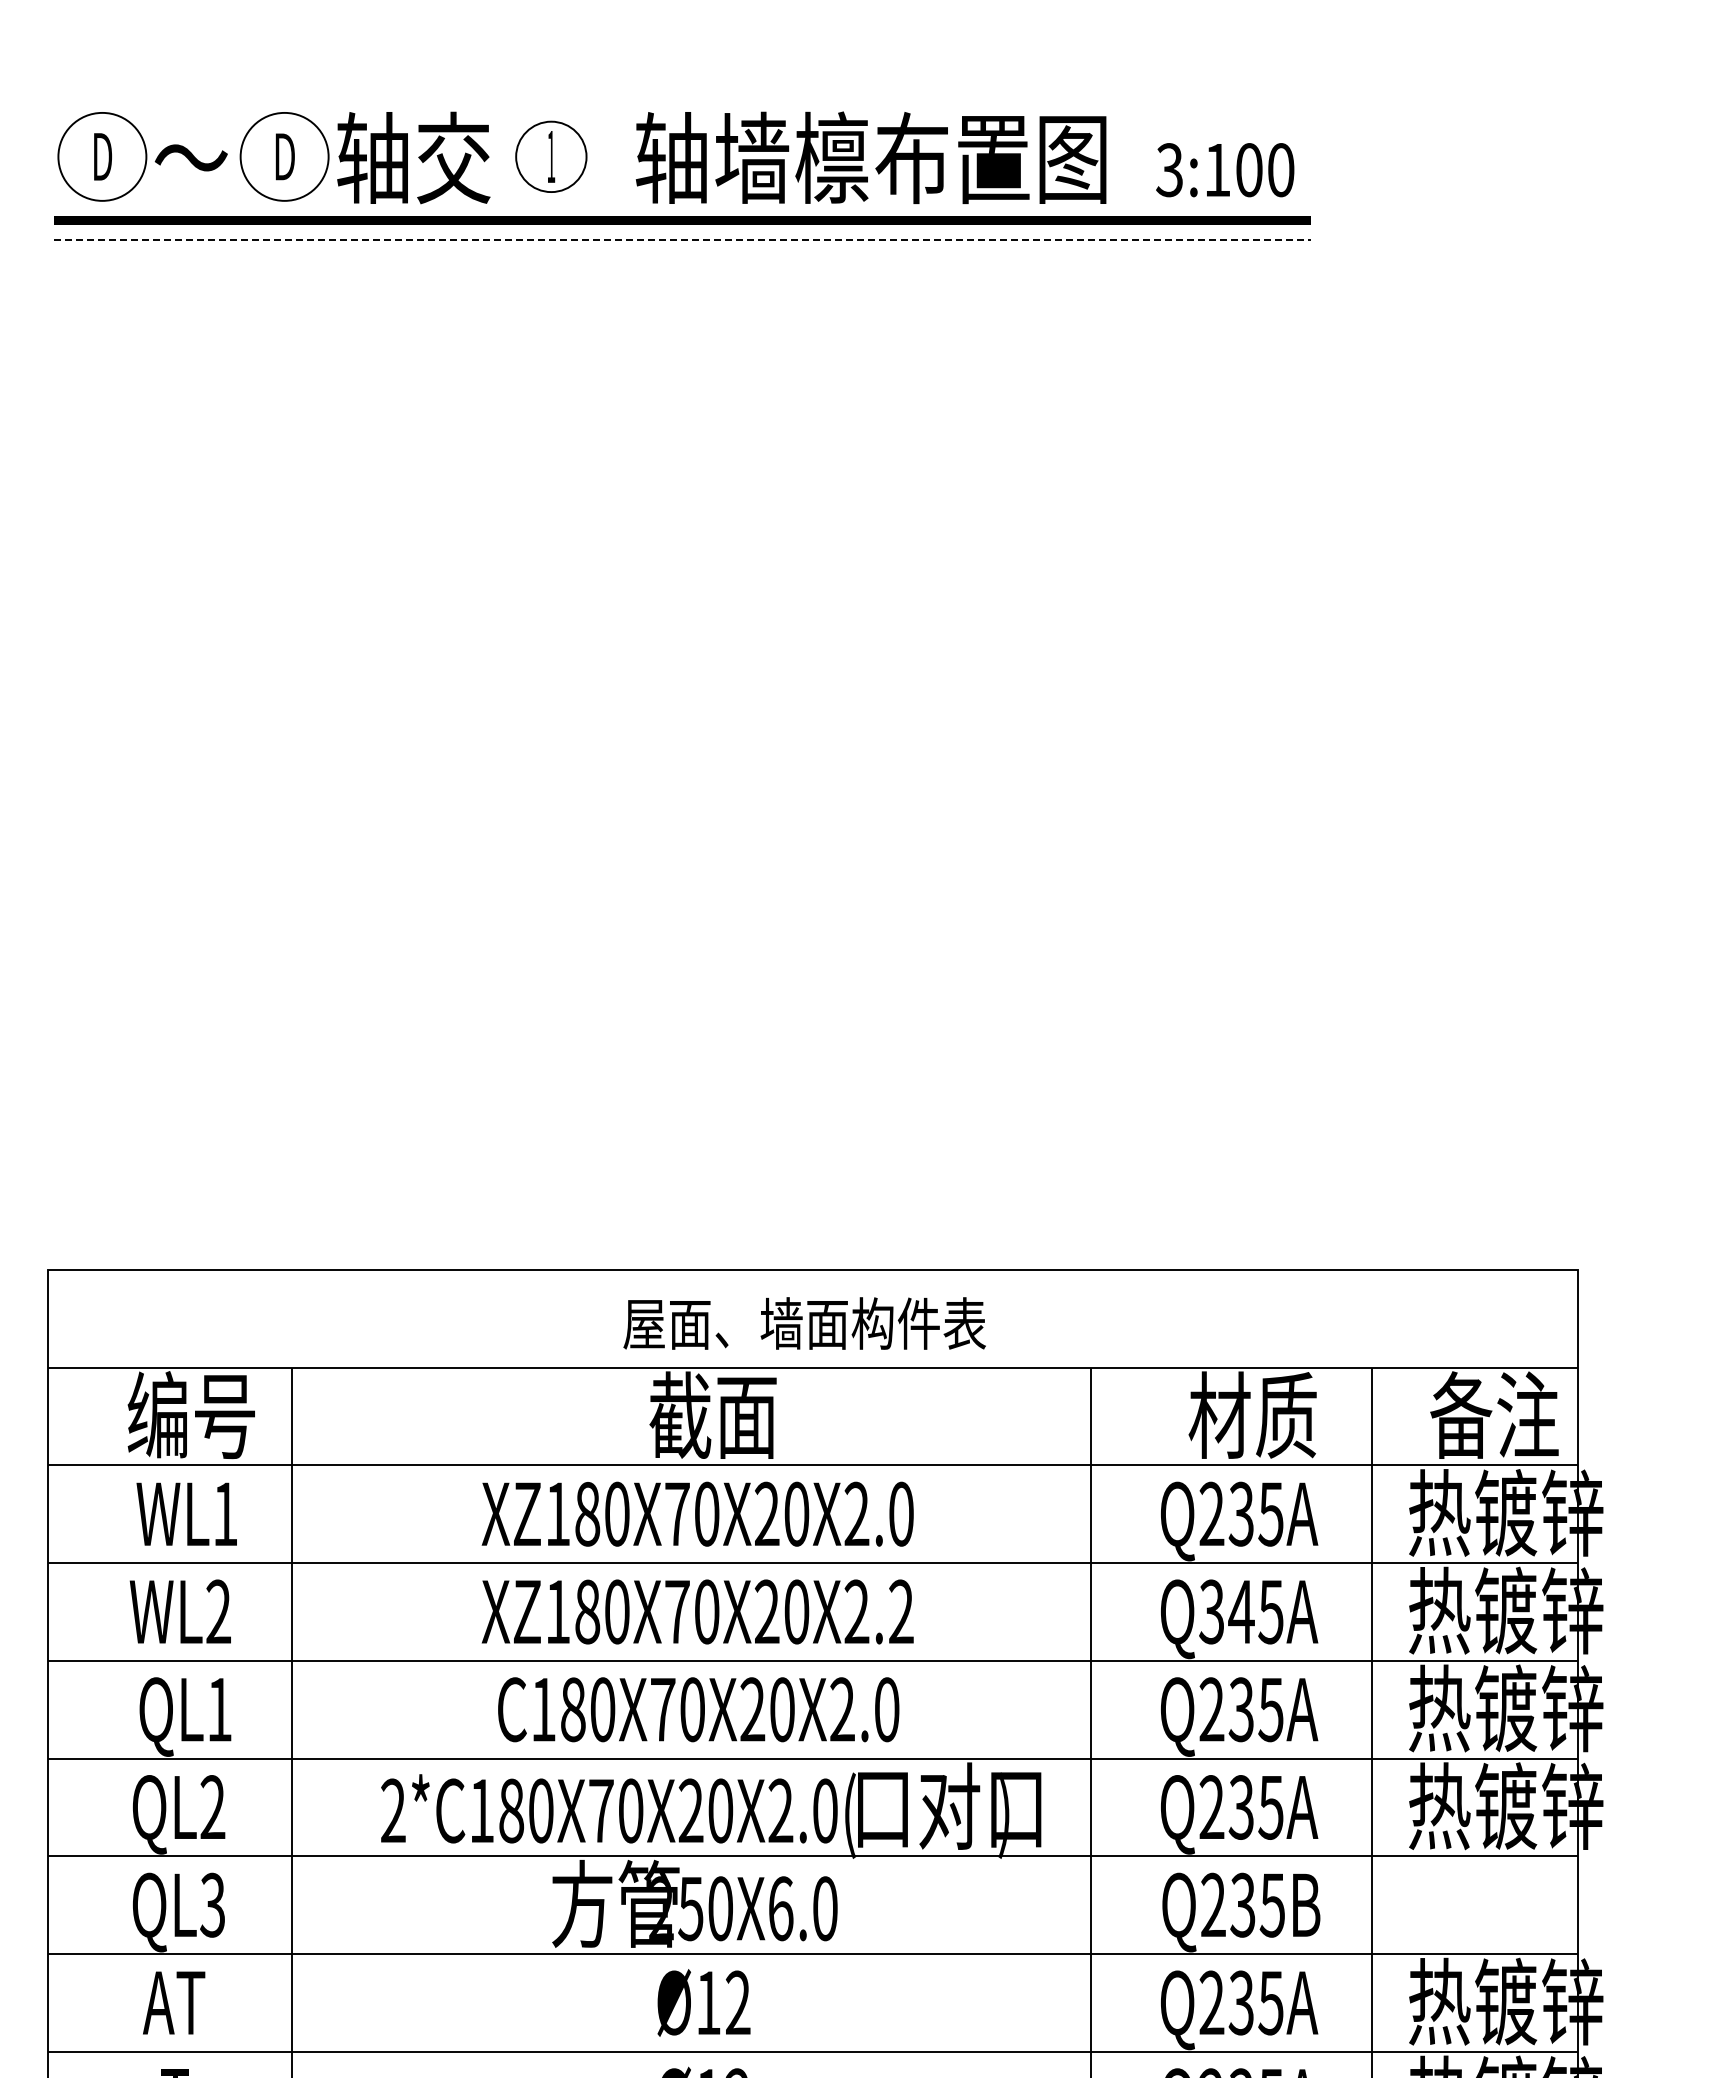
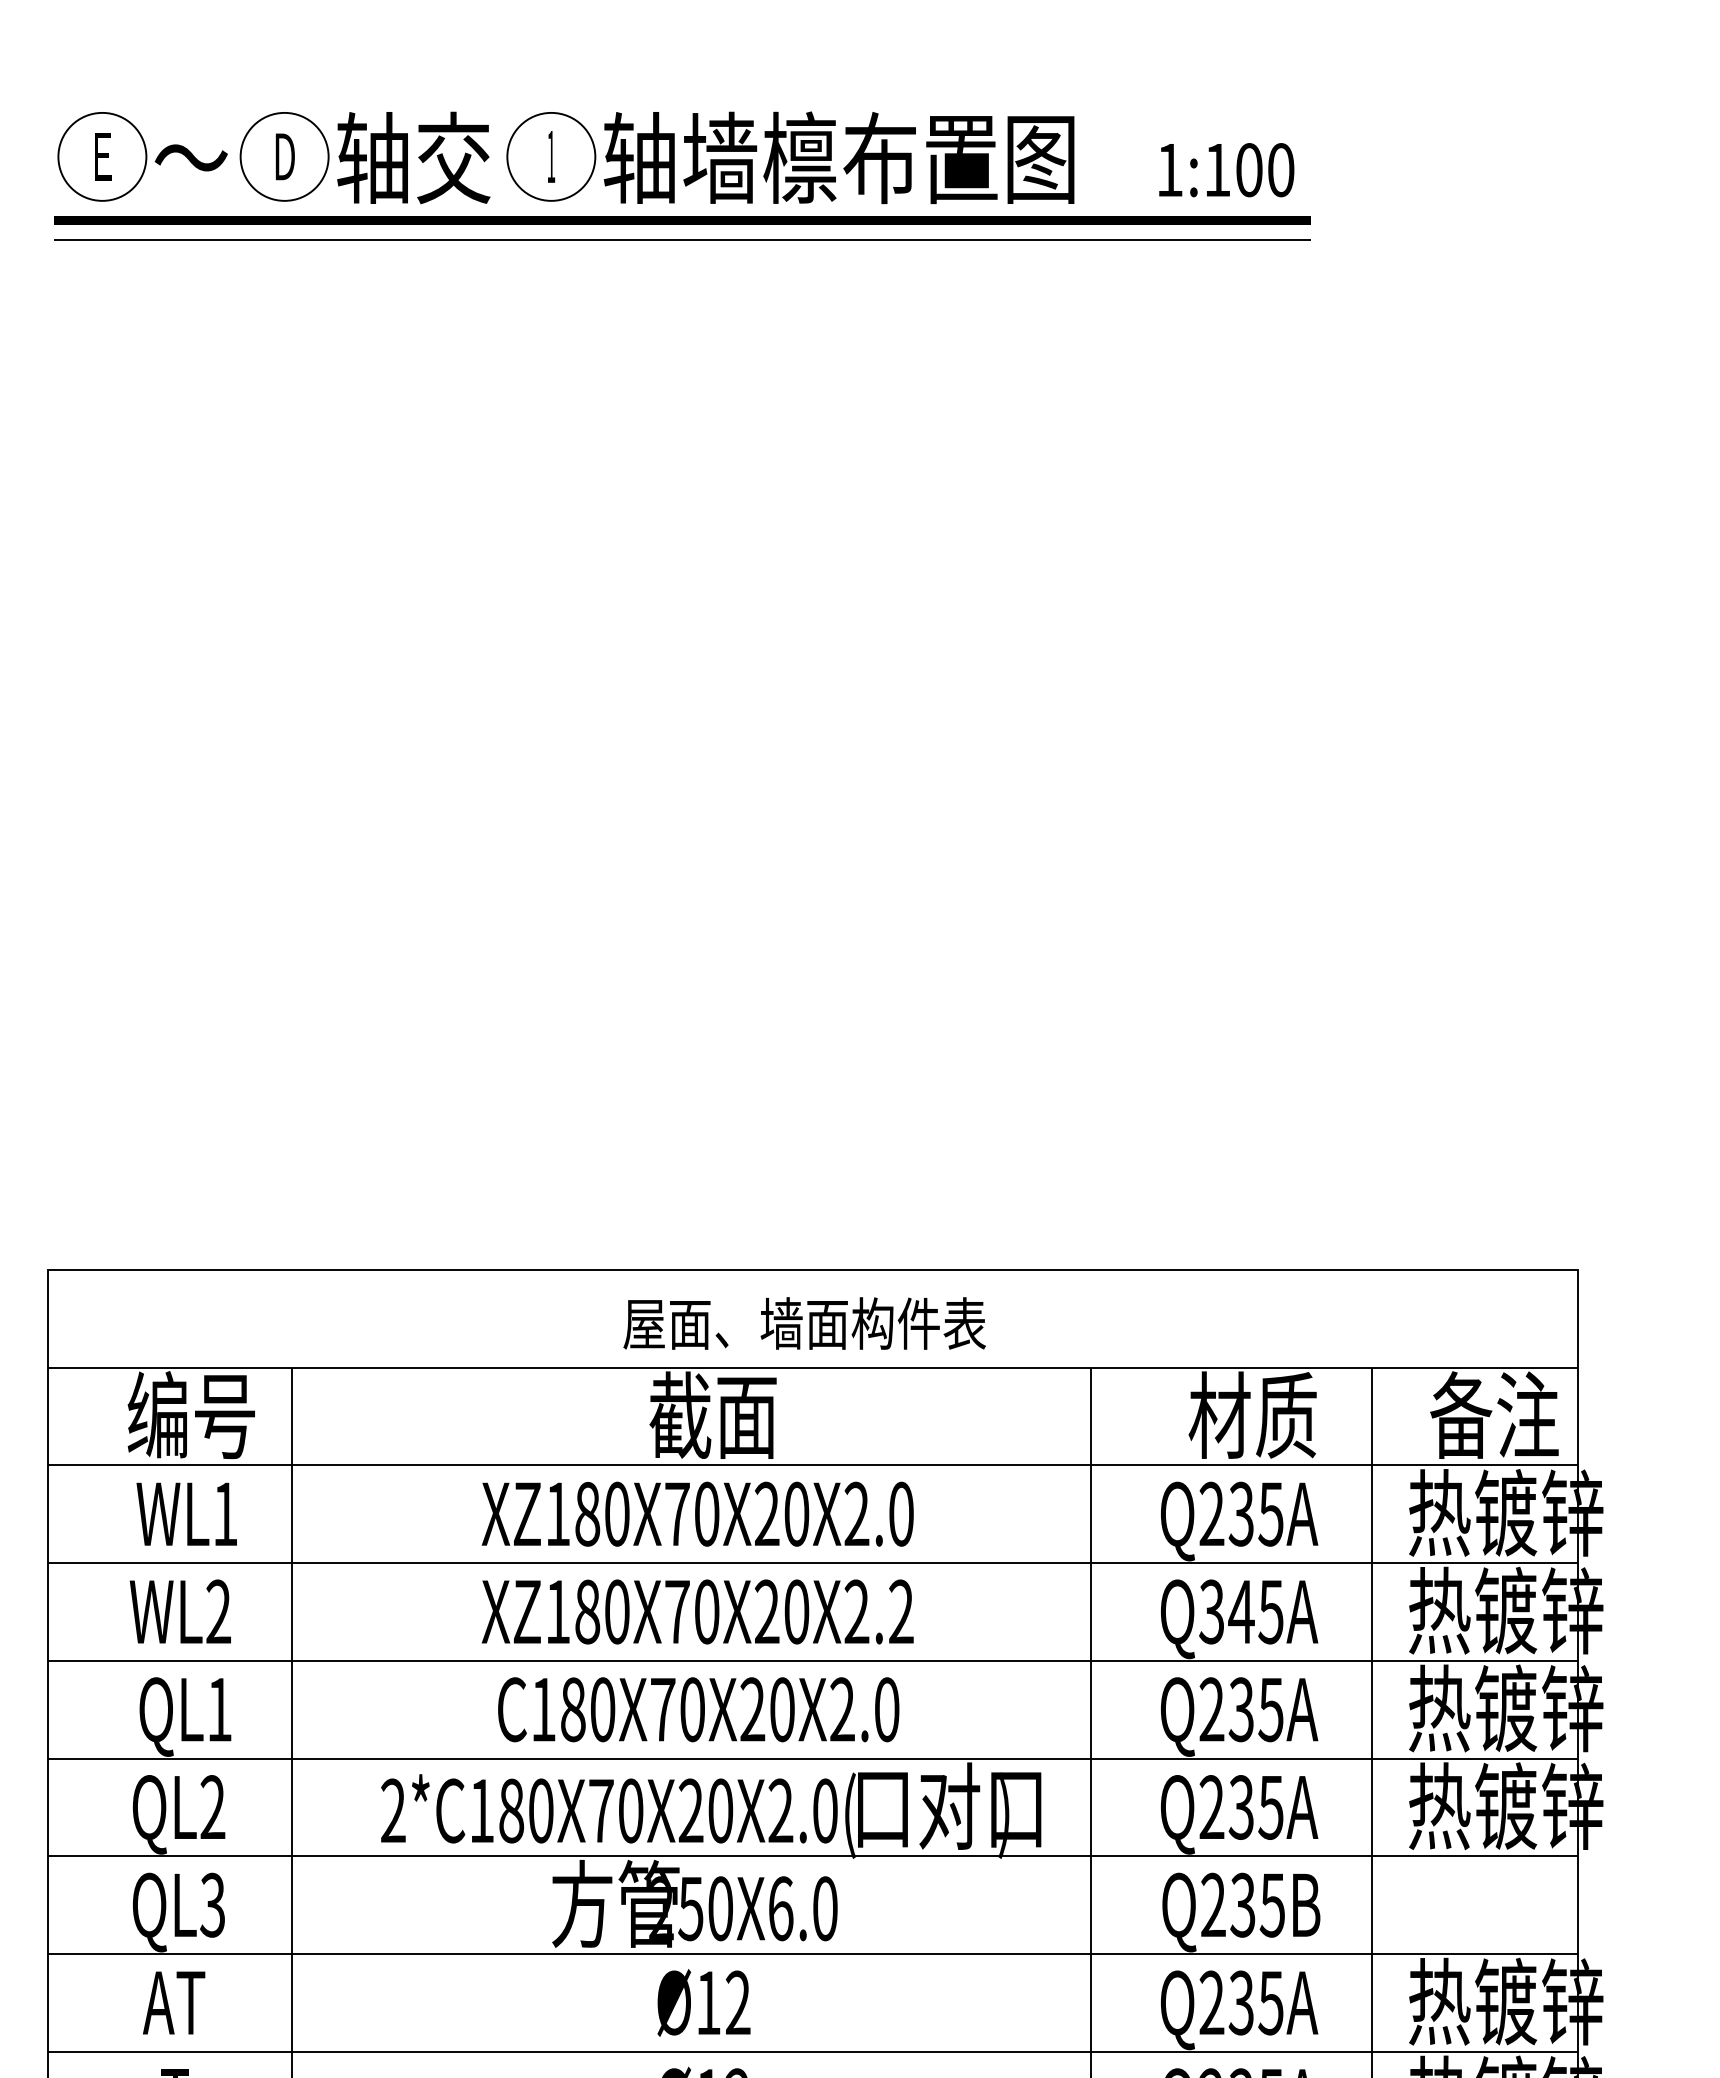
text at (103, 156): D -> E
circle at (551, 156) diameter: 70 px -> 88 px
text at (870, 157) position: (870, 157) -> (838, 157)
text at (1169, 170): 3:100 -> 1:100
line at (682, 239): dashed -> solid
